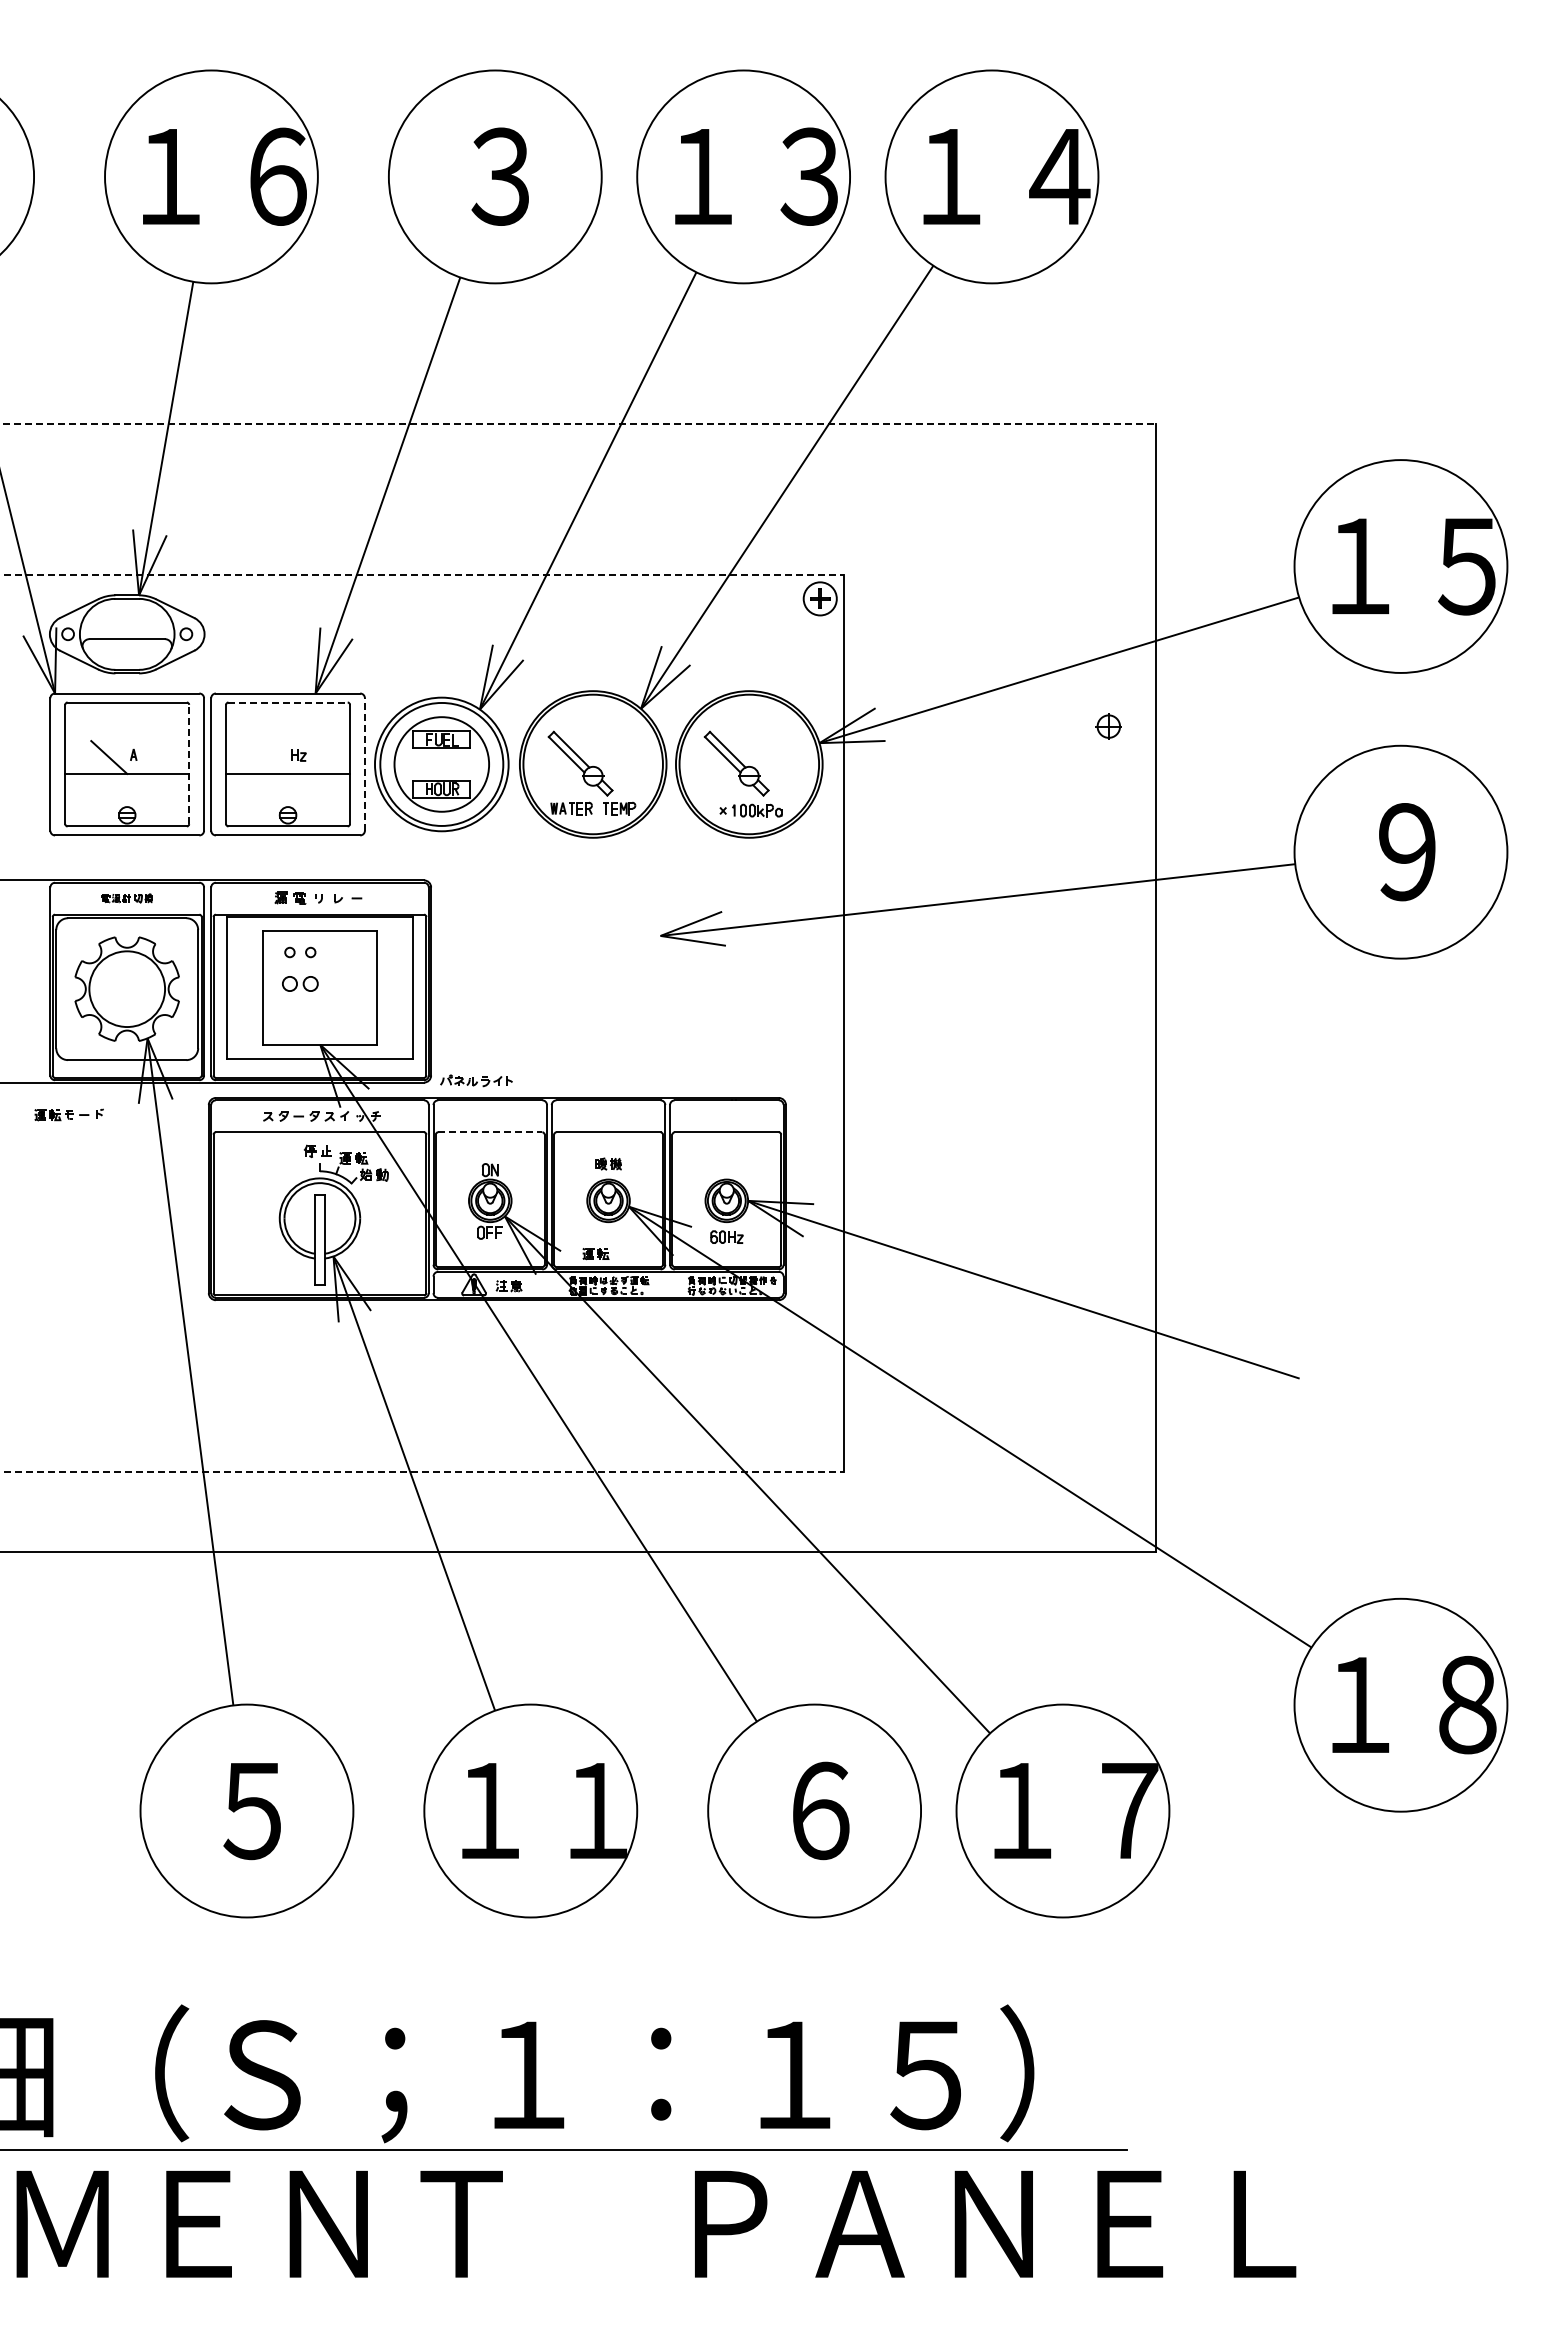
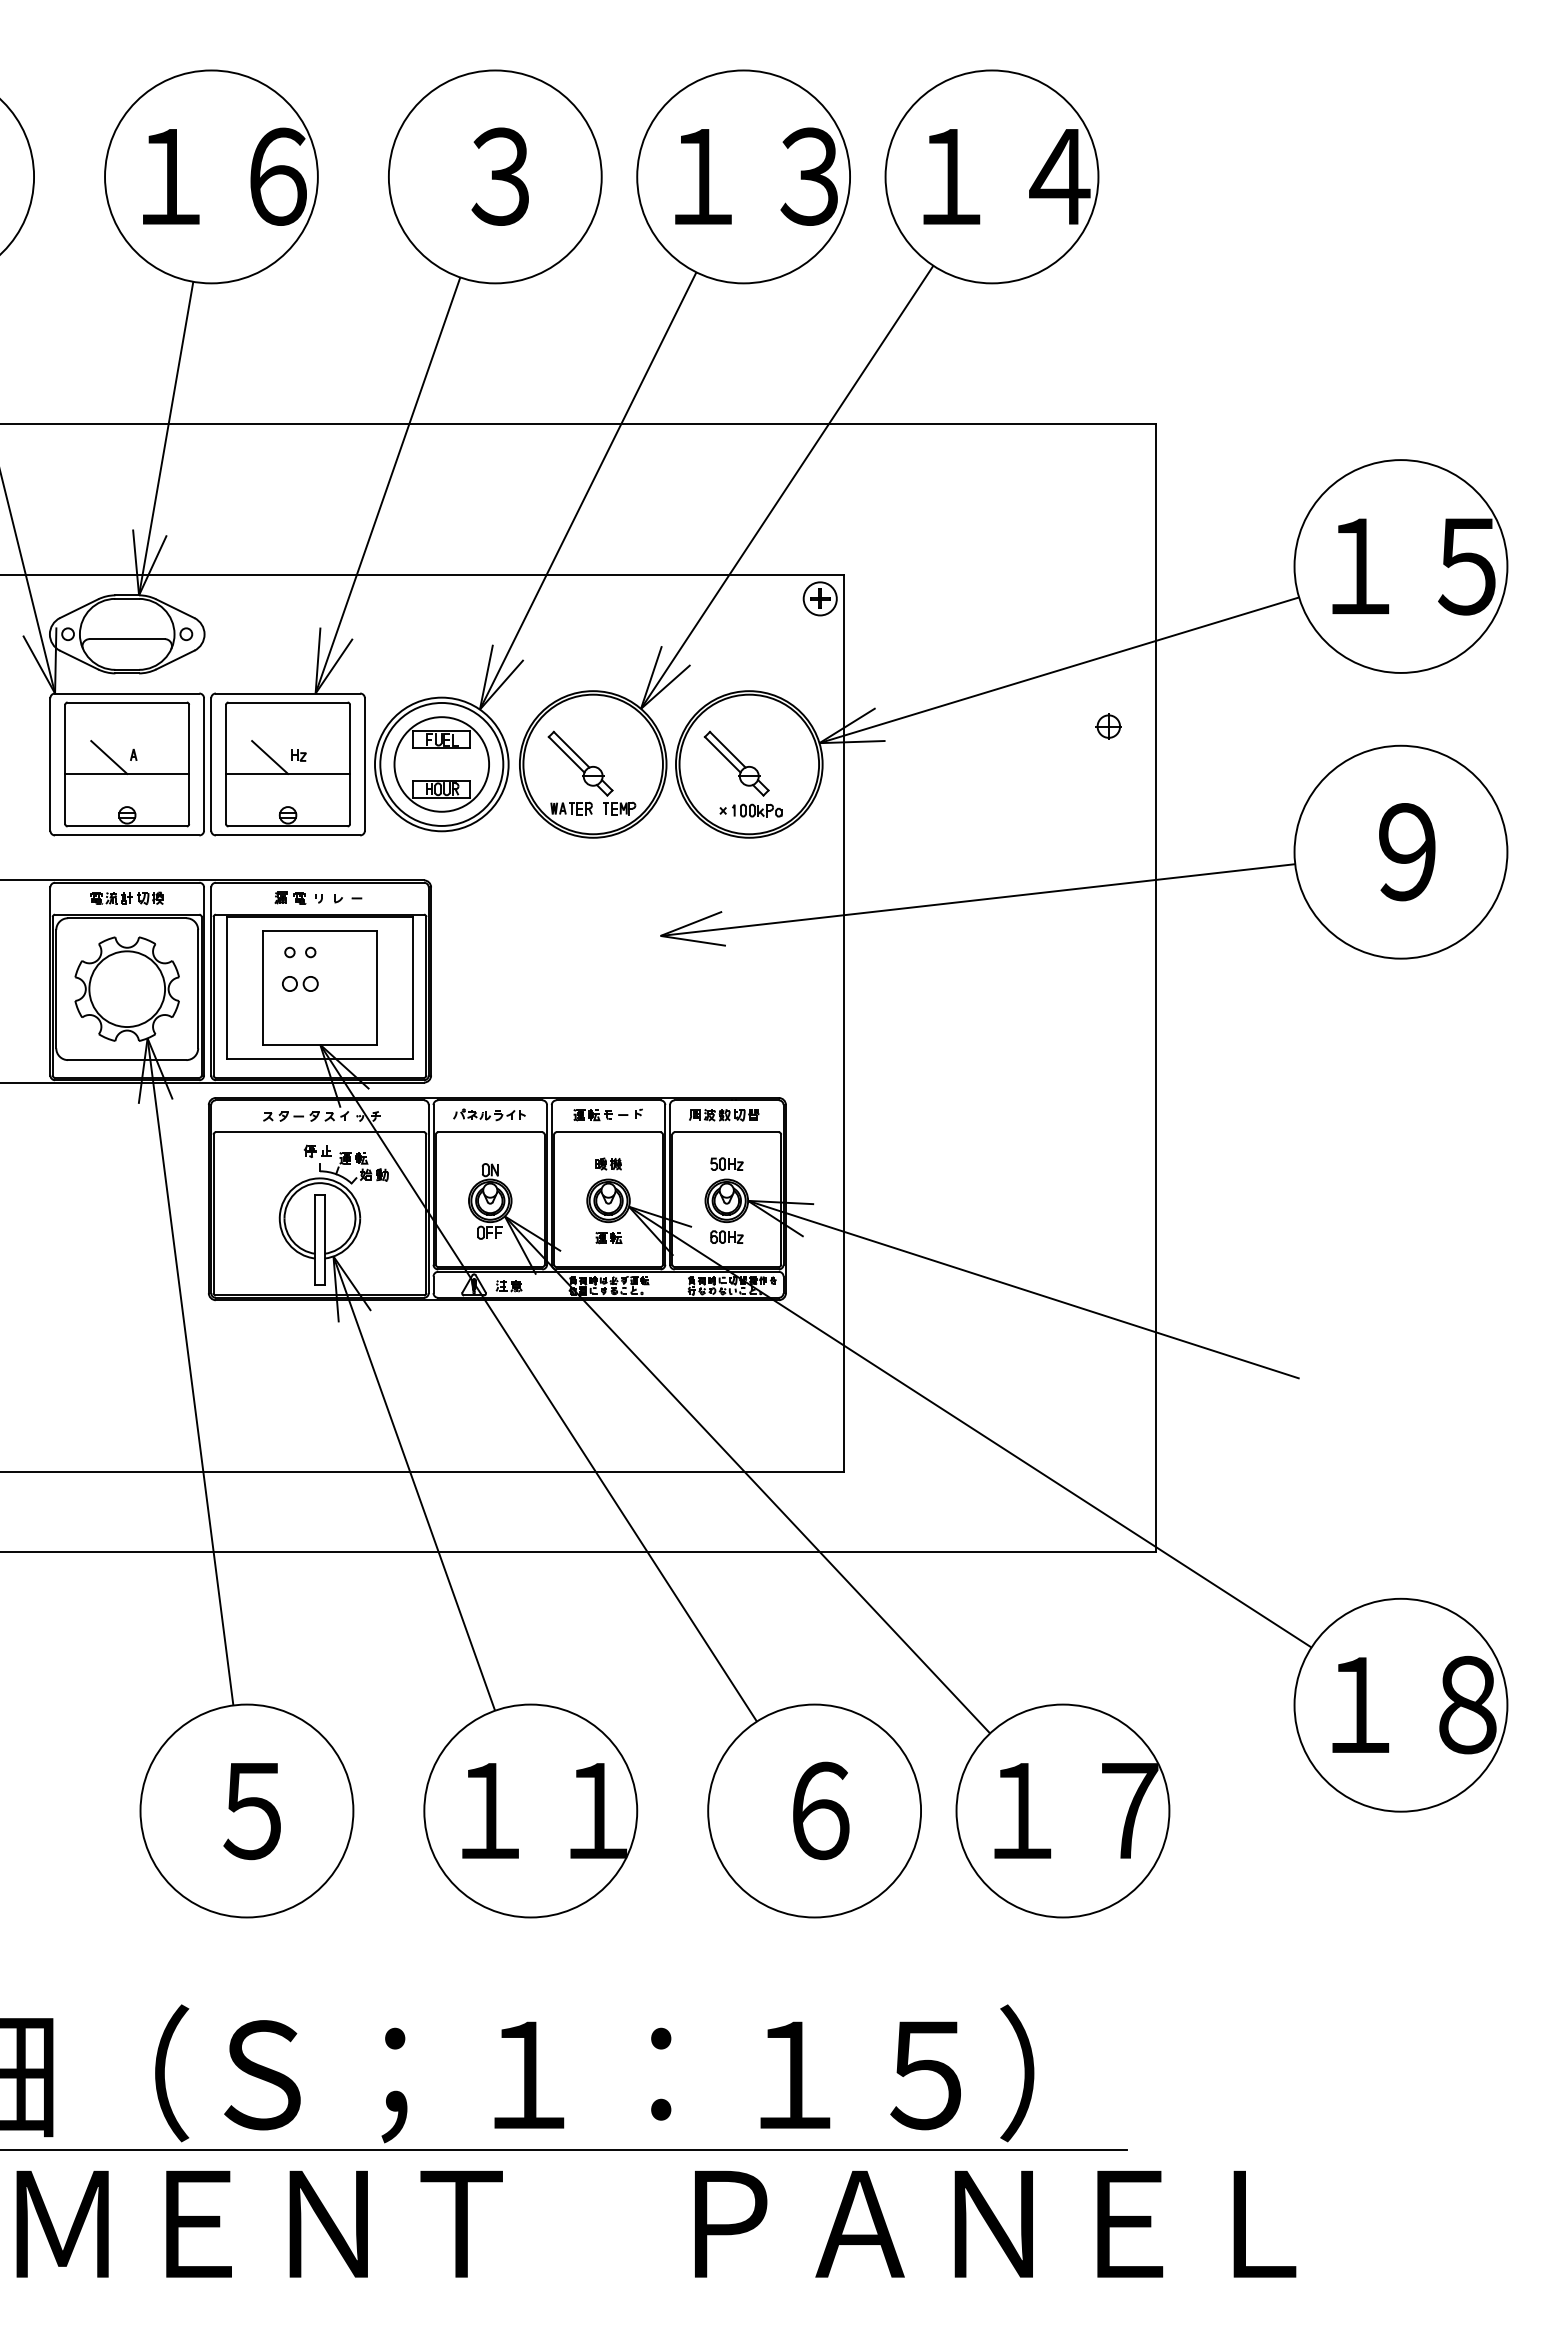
line at (578, 423): dashed -> solid
line at (422, 575): dashed -> solid
line at (288, 702): dashed -> solid
line at (270, 757): none -> present
line at (364, 763): dashed -> solid
line at (189, 764): dashed -> solid
part at (126, 898) size: 52x11 px -> 74x15 px
part at (476, 1080) position: (476, 1080) -> (489, 1114)
part at (68, 1114) position: (68, 1114) -> (607, 1114)
part at (724, 1115): none -> present
line at (490, 1132): dashed -> solid
part at (726, 1163): none -> present
part at (595, 1254) position: (595, 1254) -> (608, 1238)
line at (422, 1471): dashed -> solid
